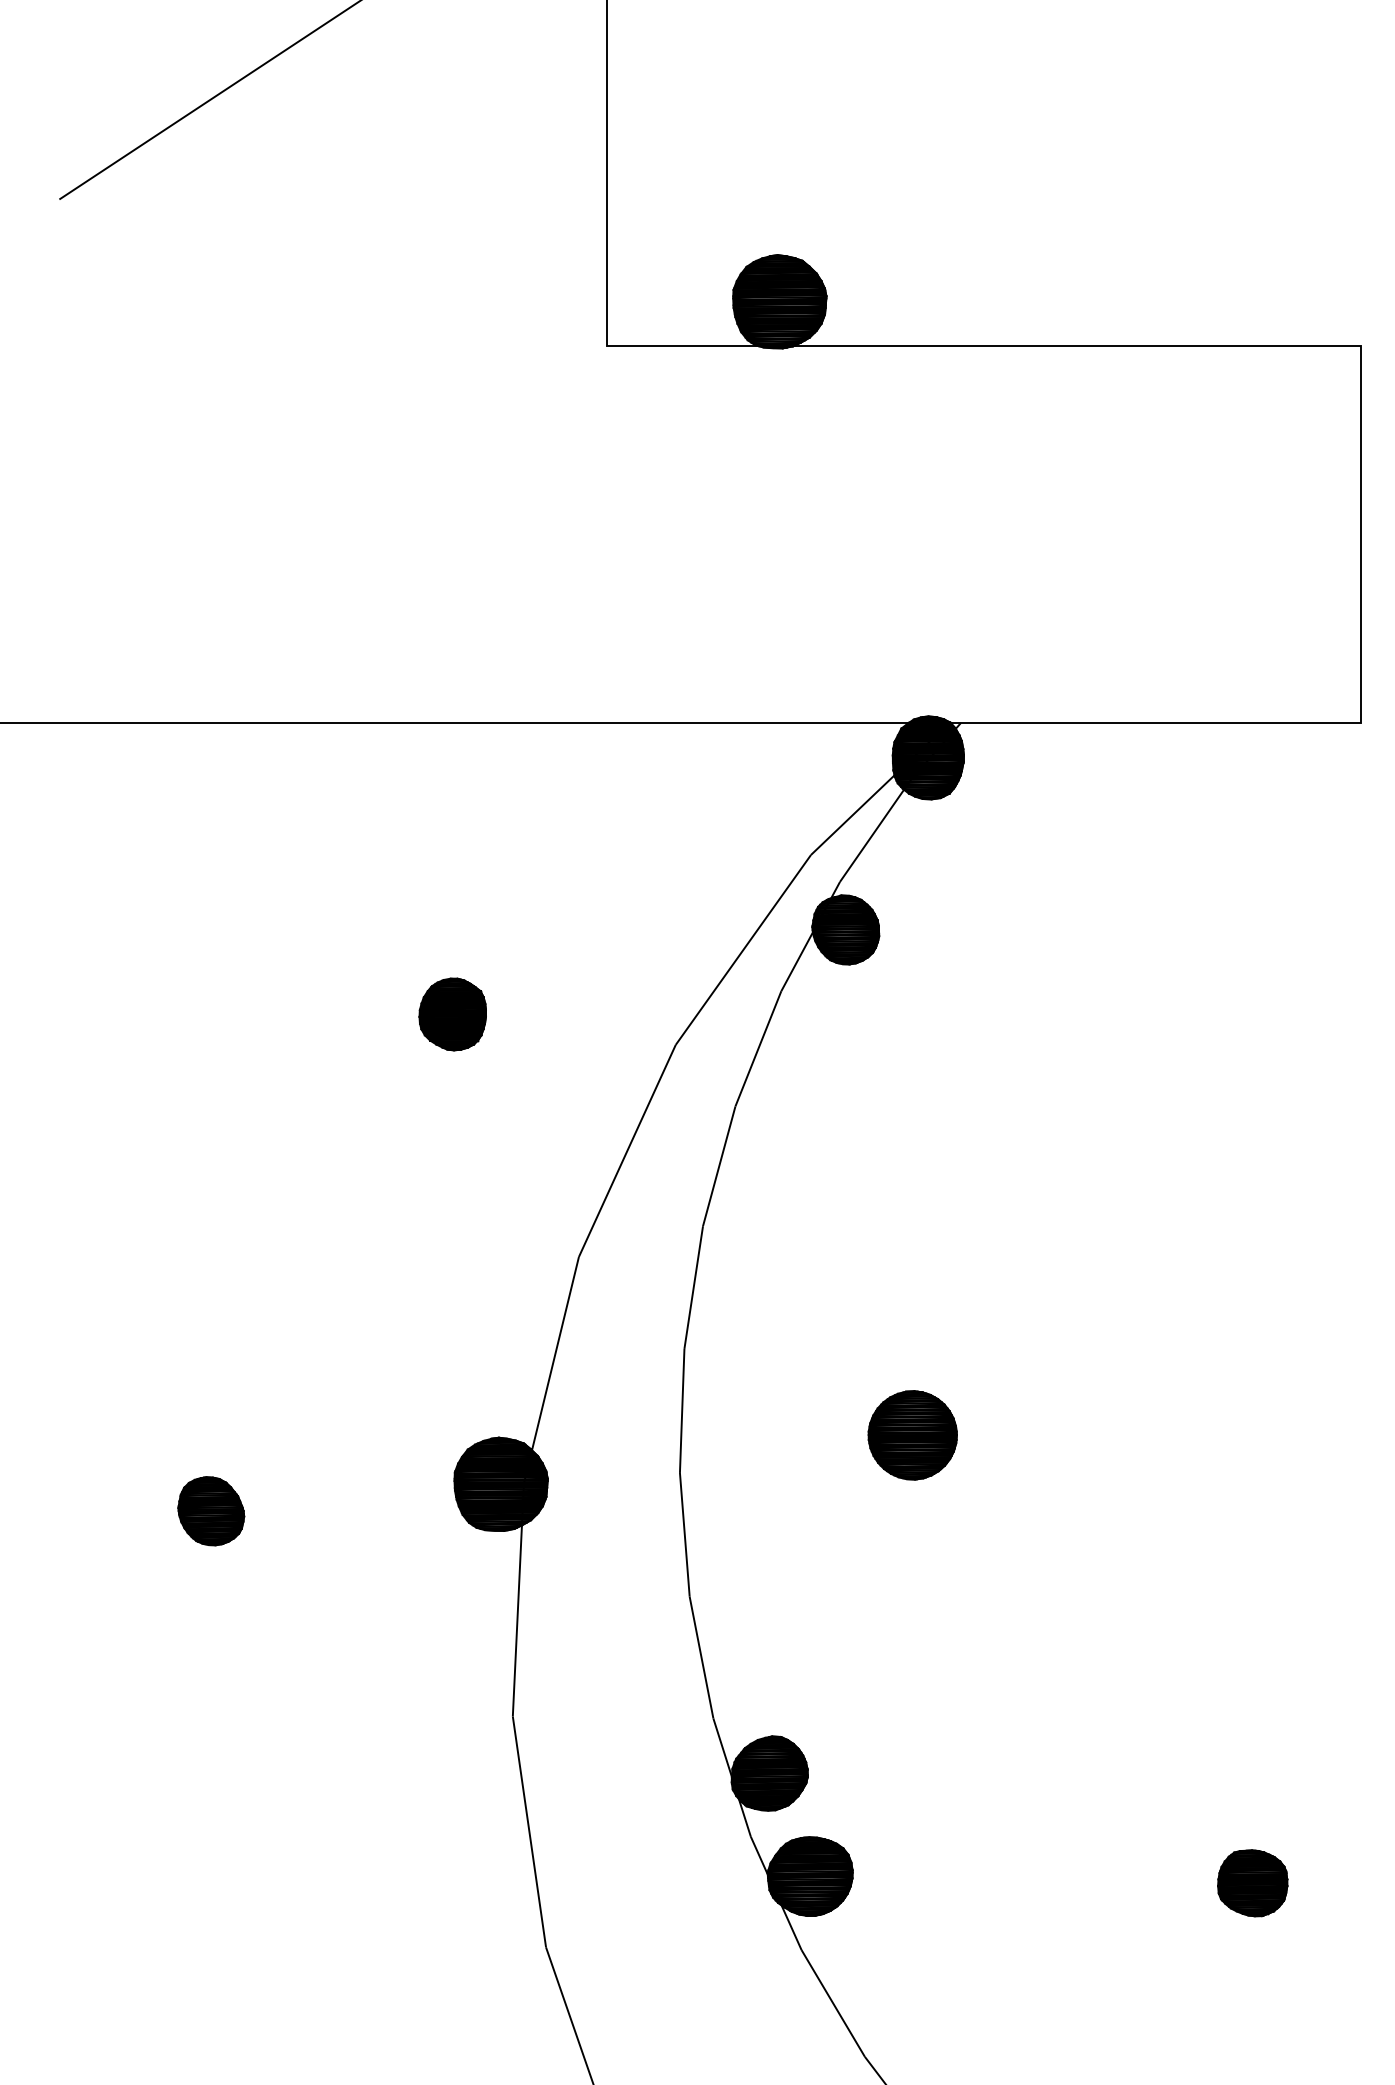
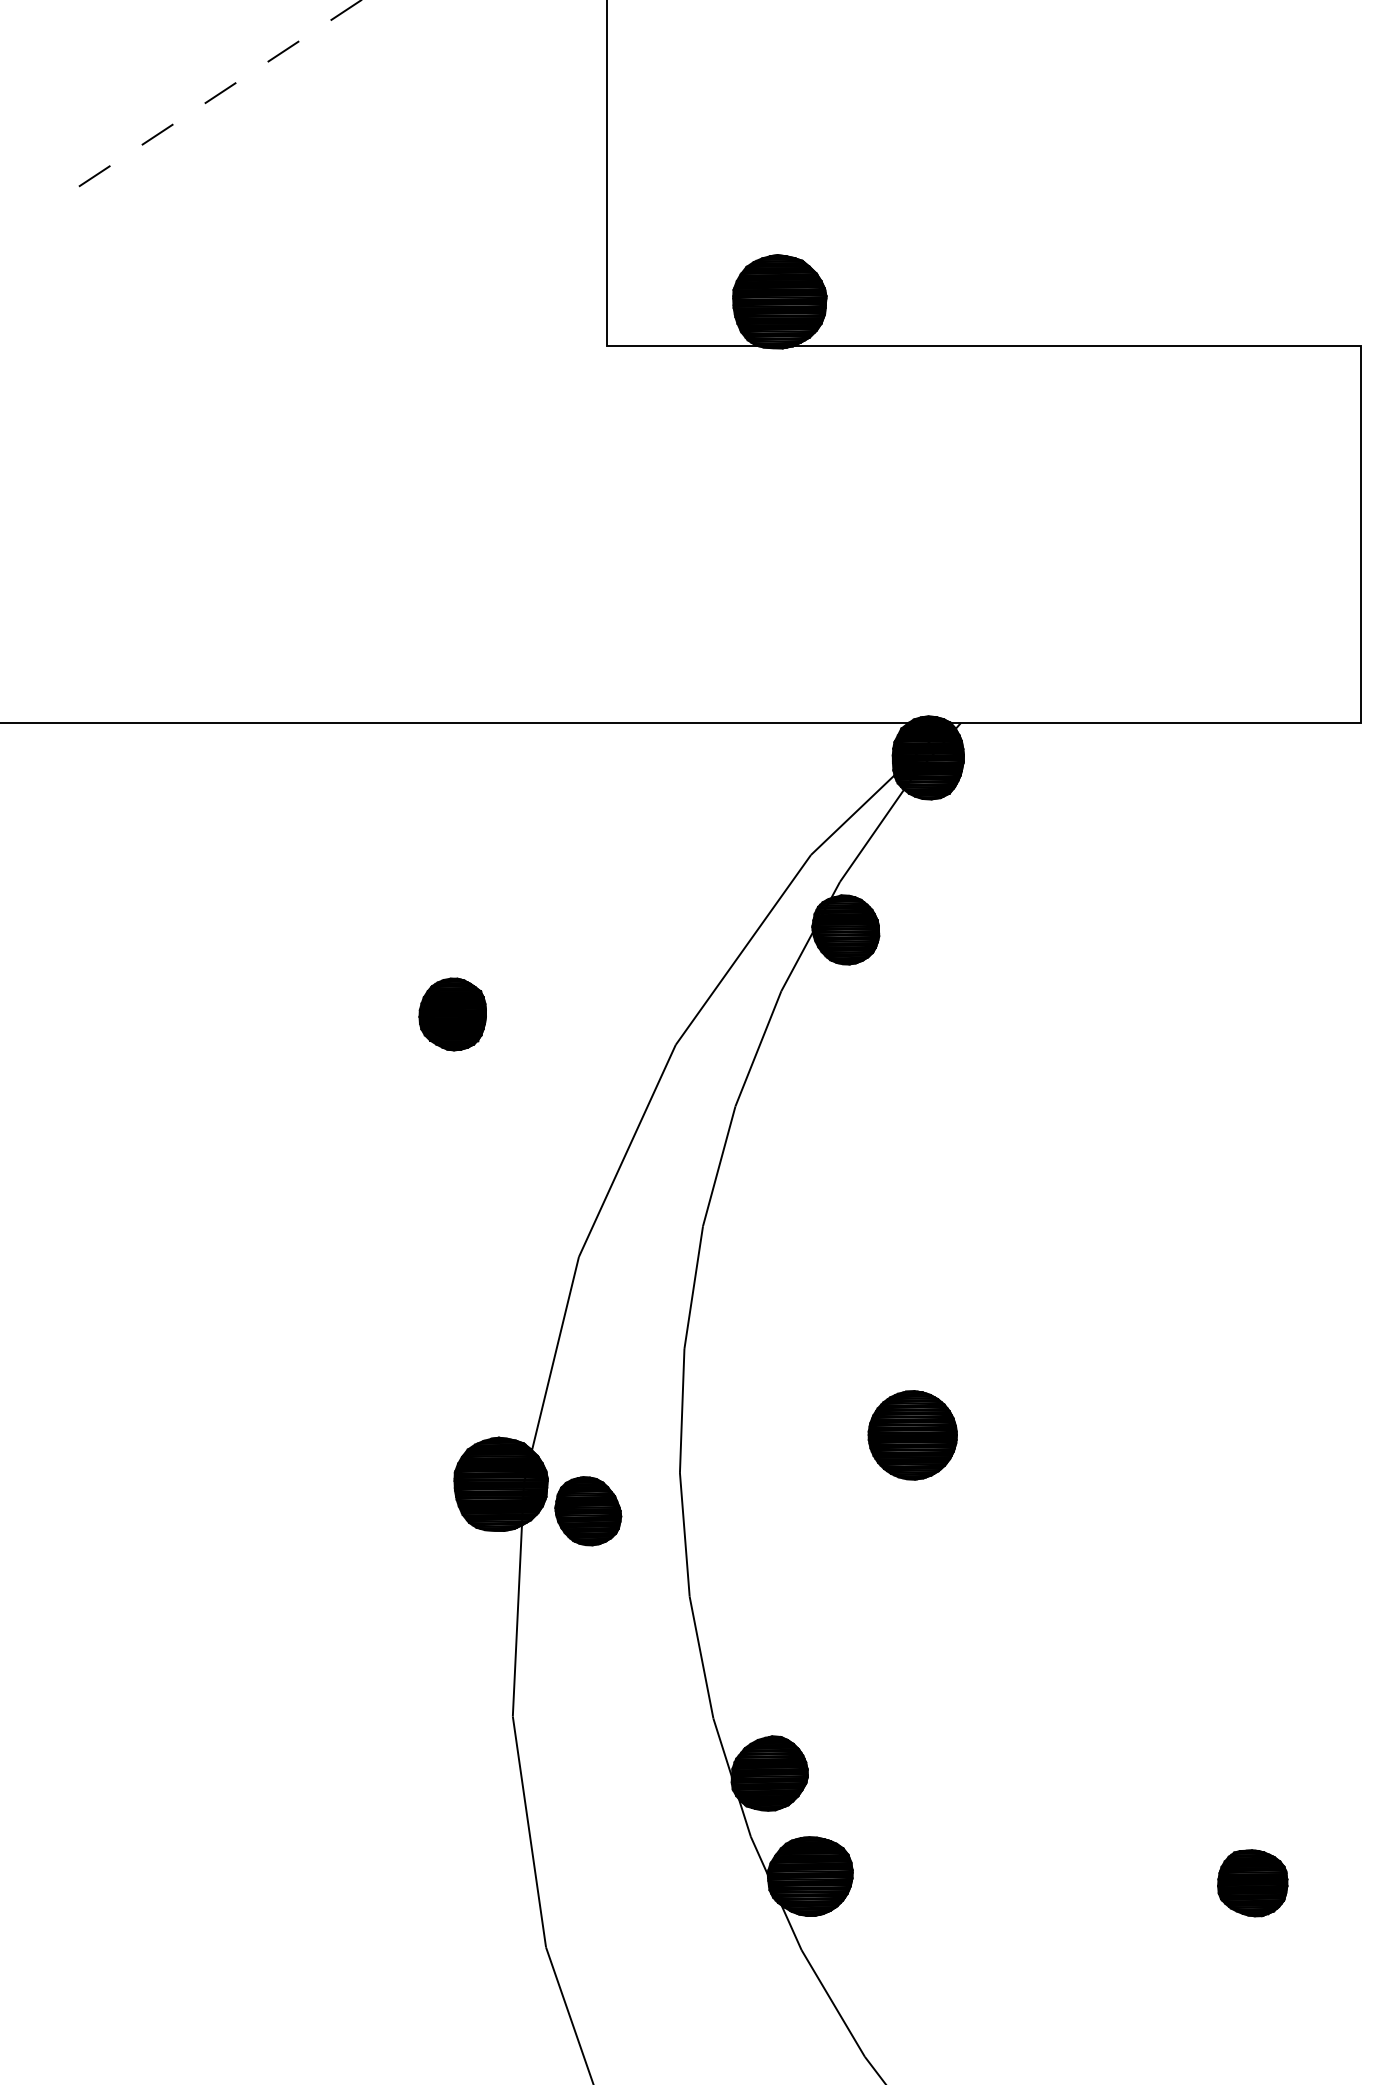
line at (210, 99): solid -> dashed
part at (211, 1511) position: (211, 1511) -> (588, 1511)
